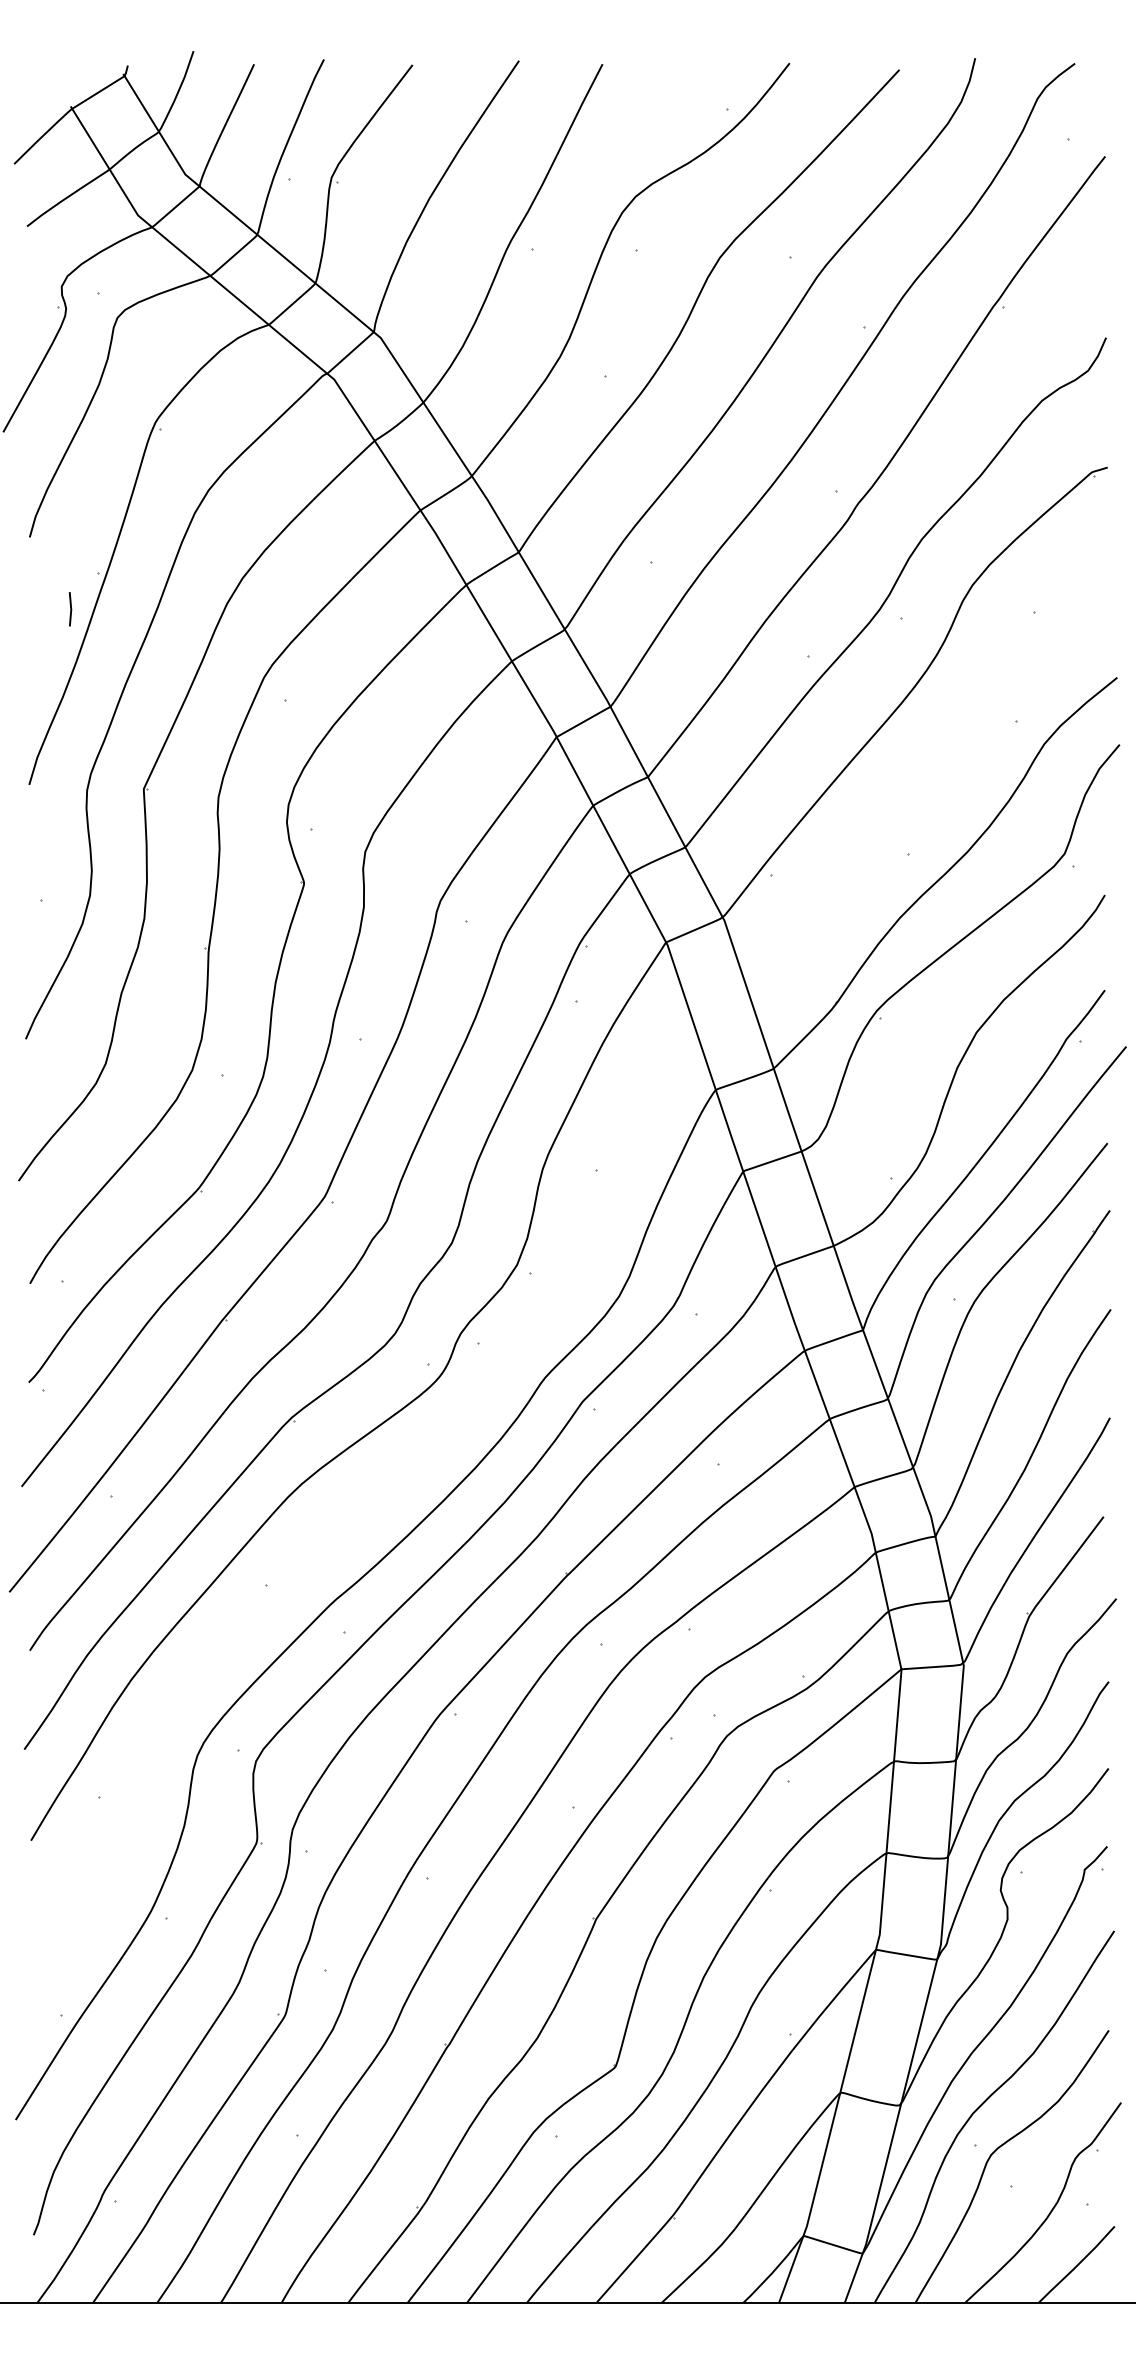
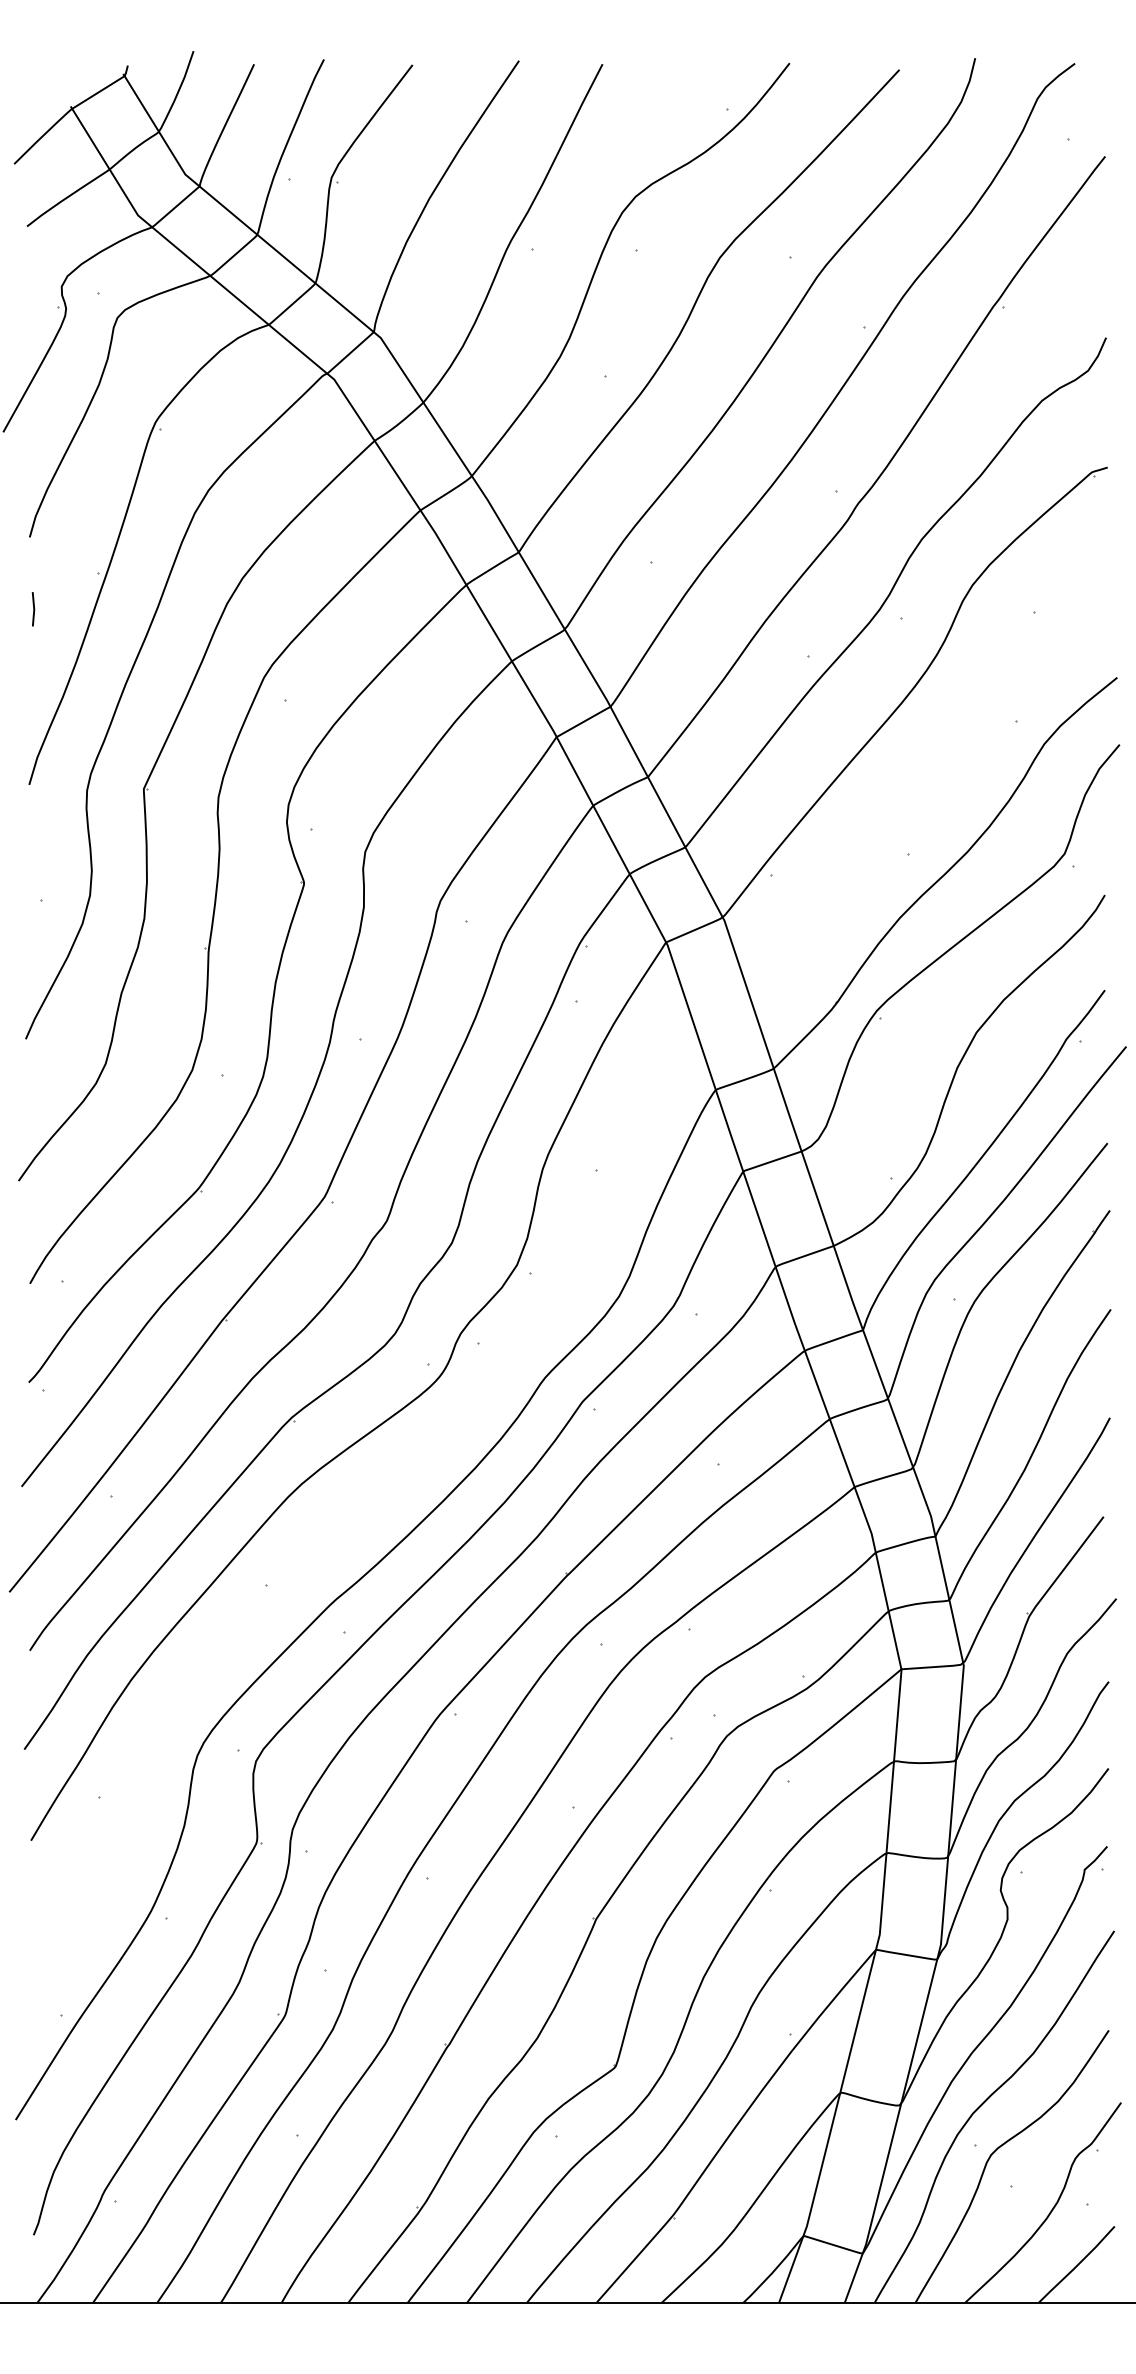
line at (70, 609) position: (70, 609) -> (33, 609)
